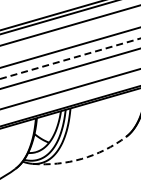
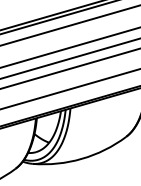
line at (70, 58): dashed -> solid
arc at (81, 158): dashed -> solid
